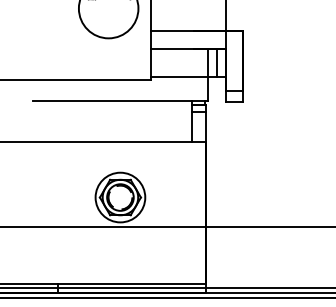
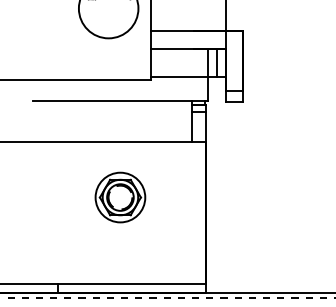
line at (167, 227): present -> none
line at (167, 288): present -> none
line at (167, 298): solid -> dashed
